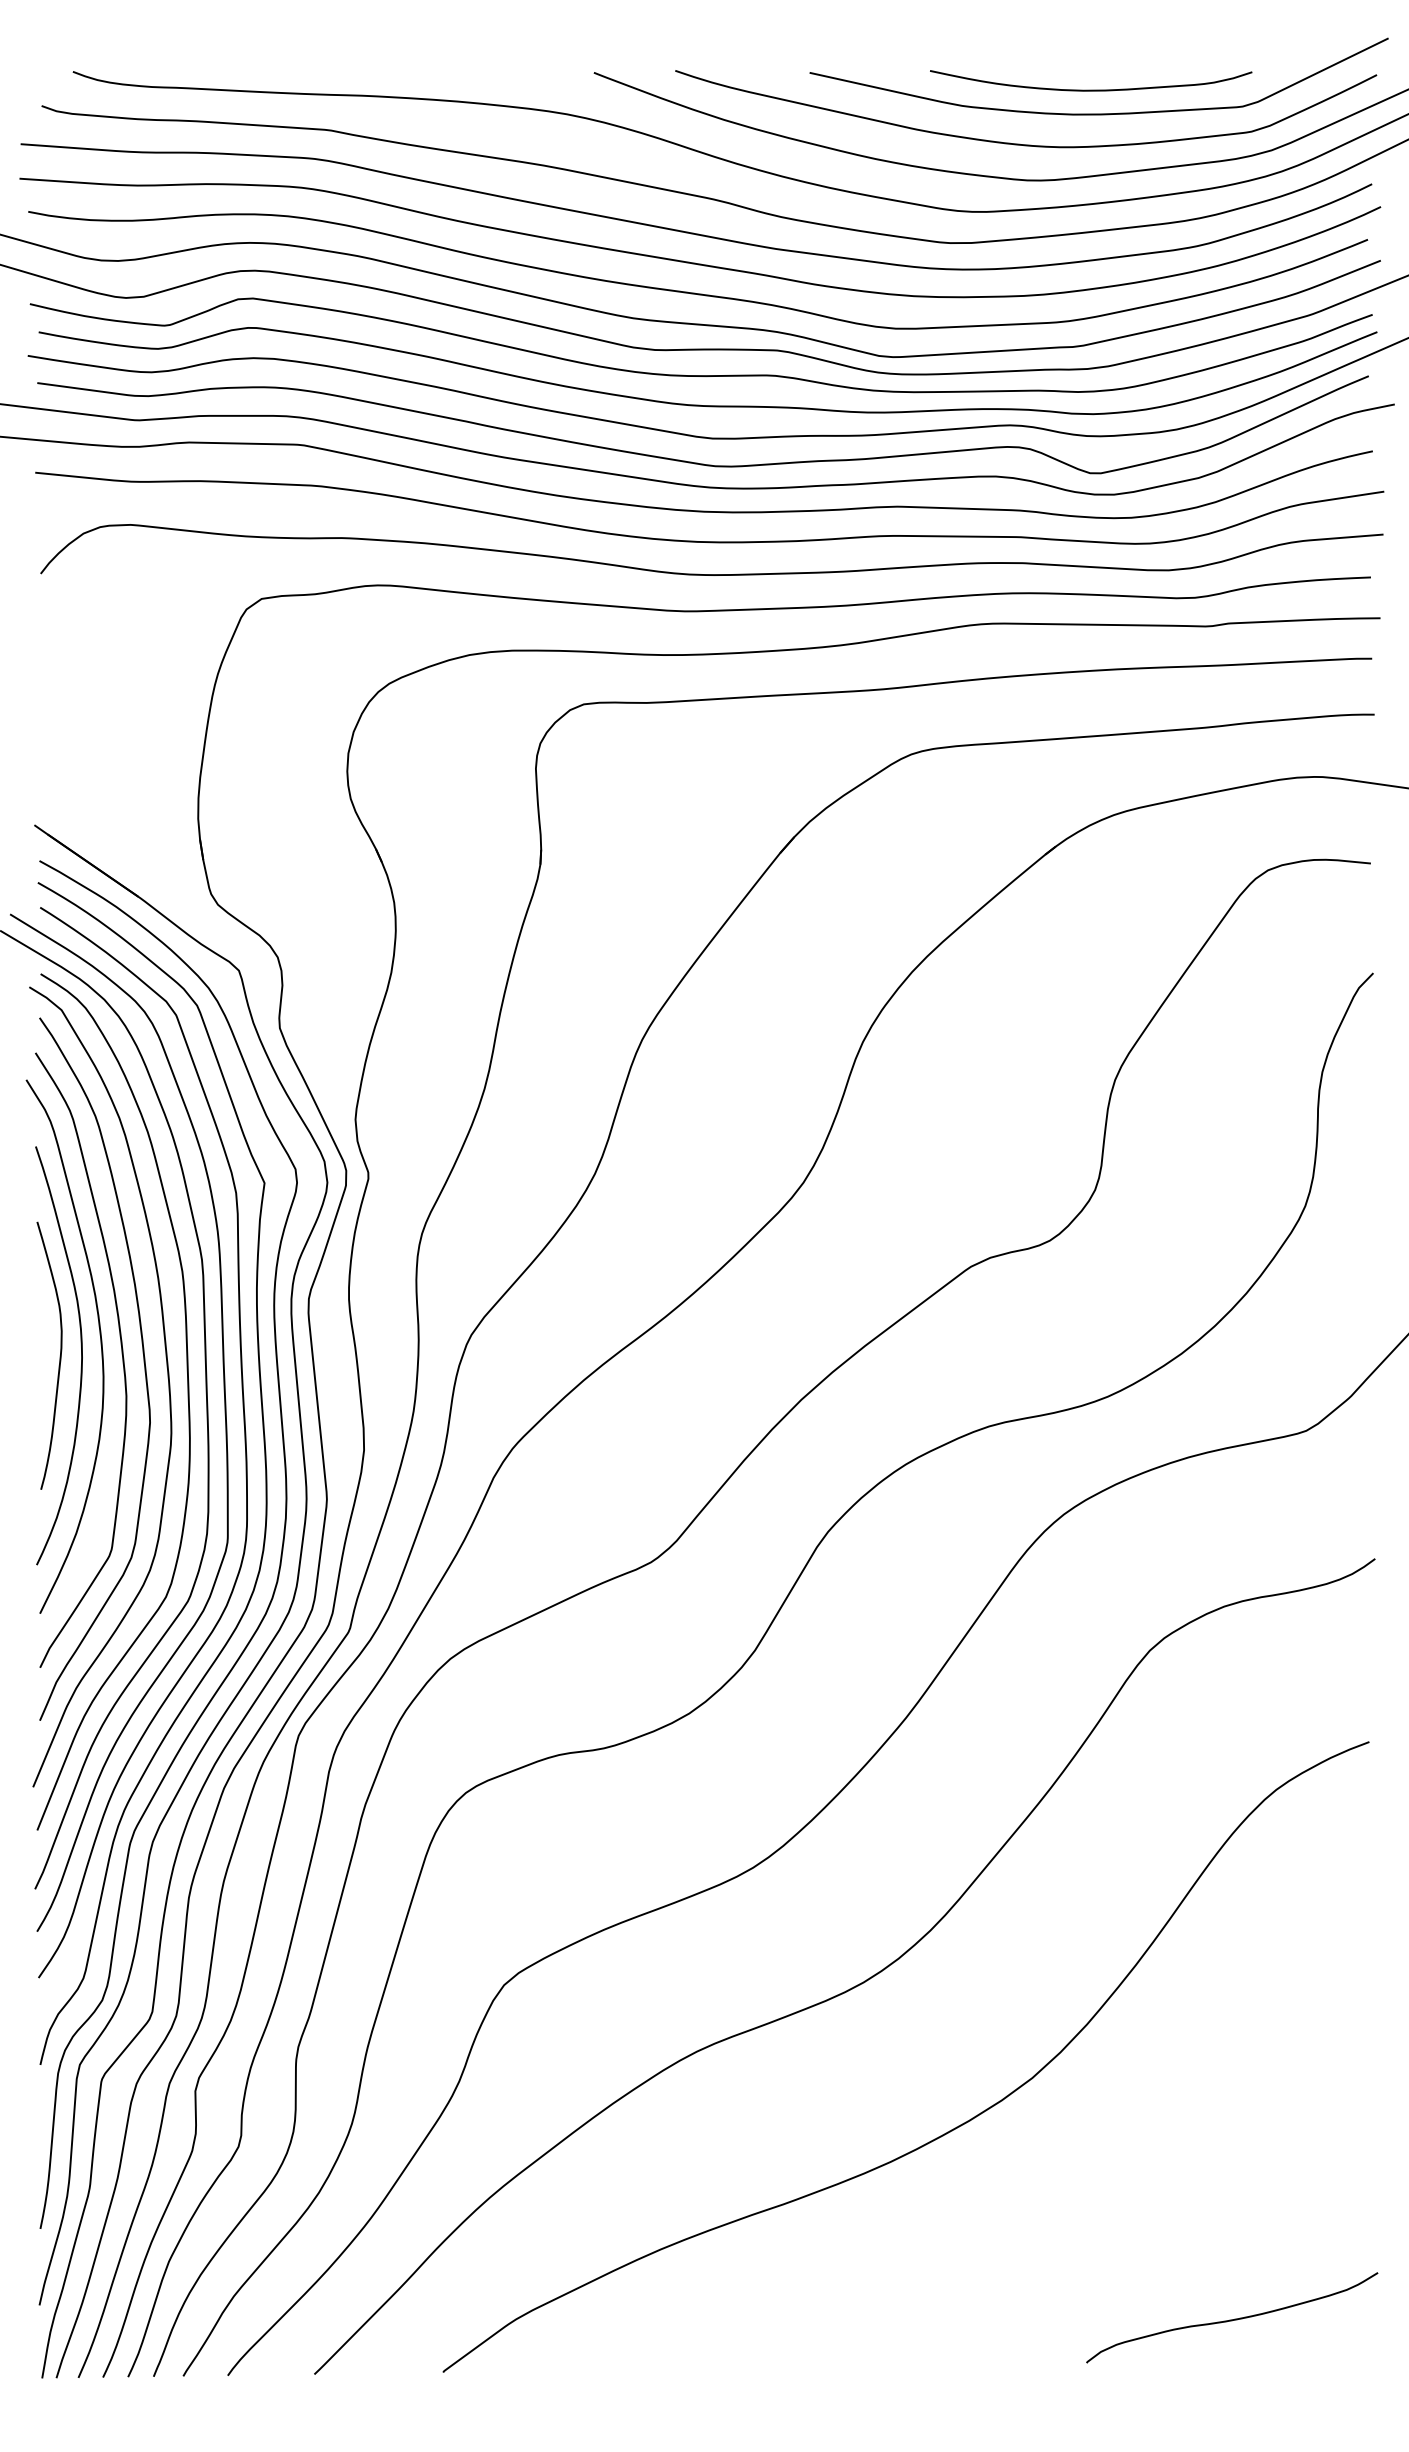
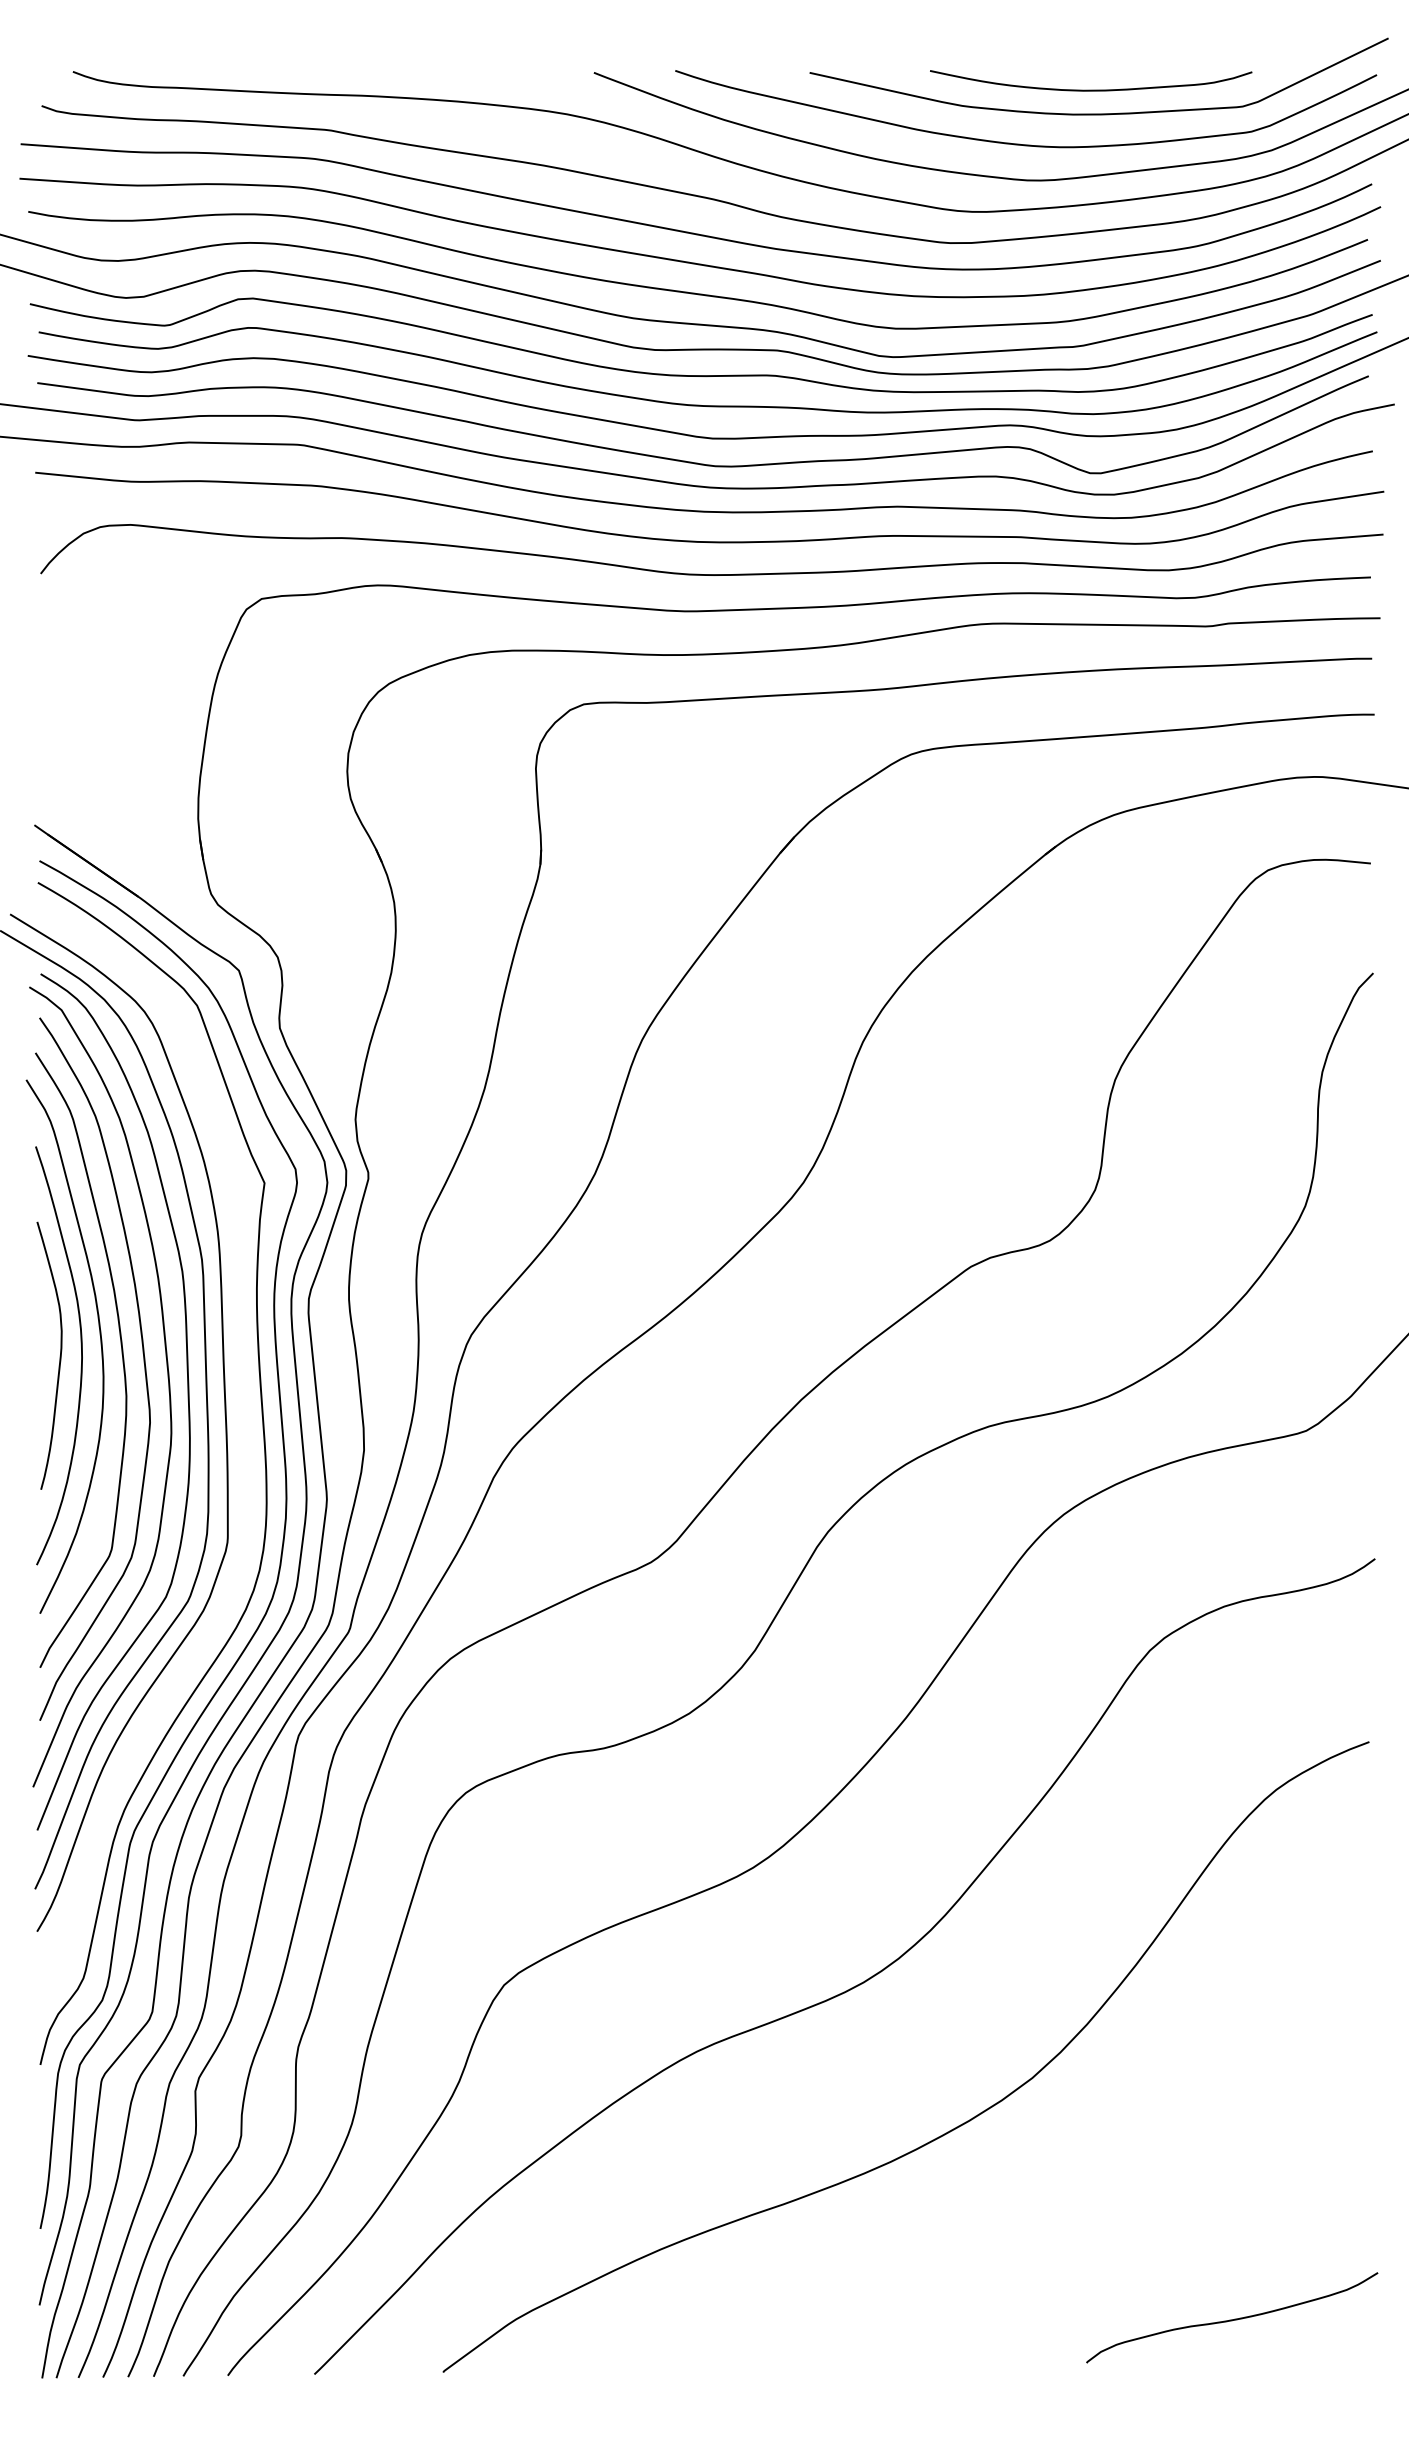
curve at (244, 1442): present -> none
